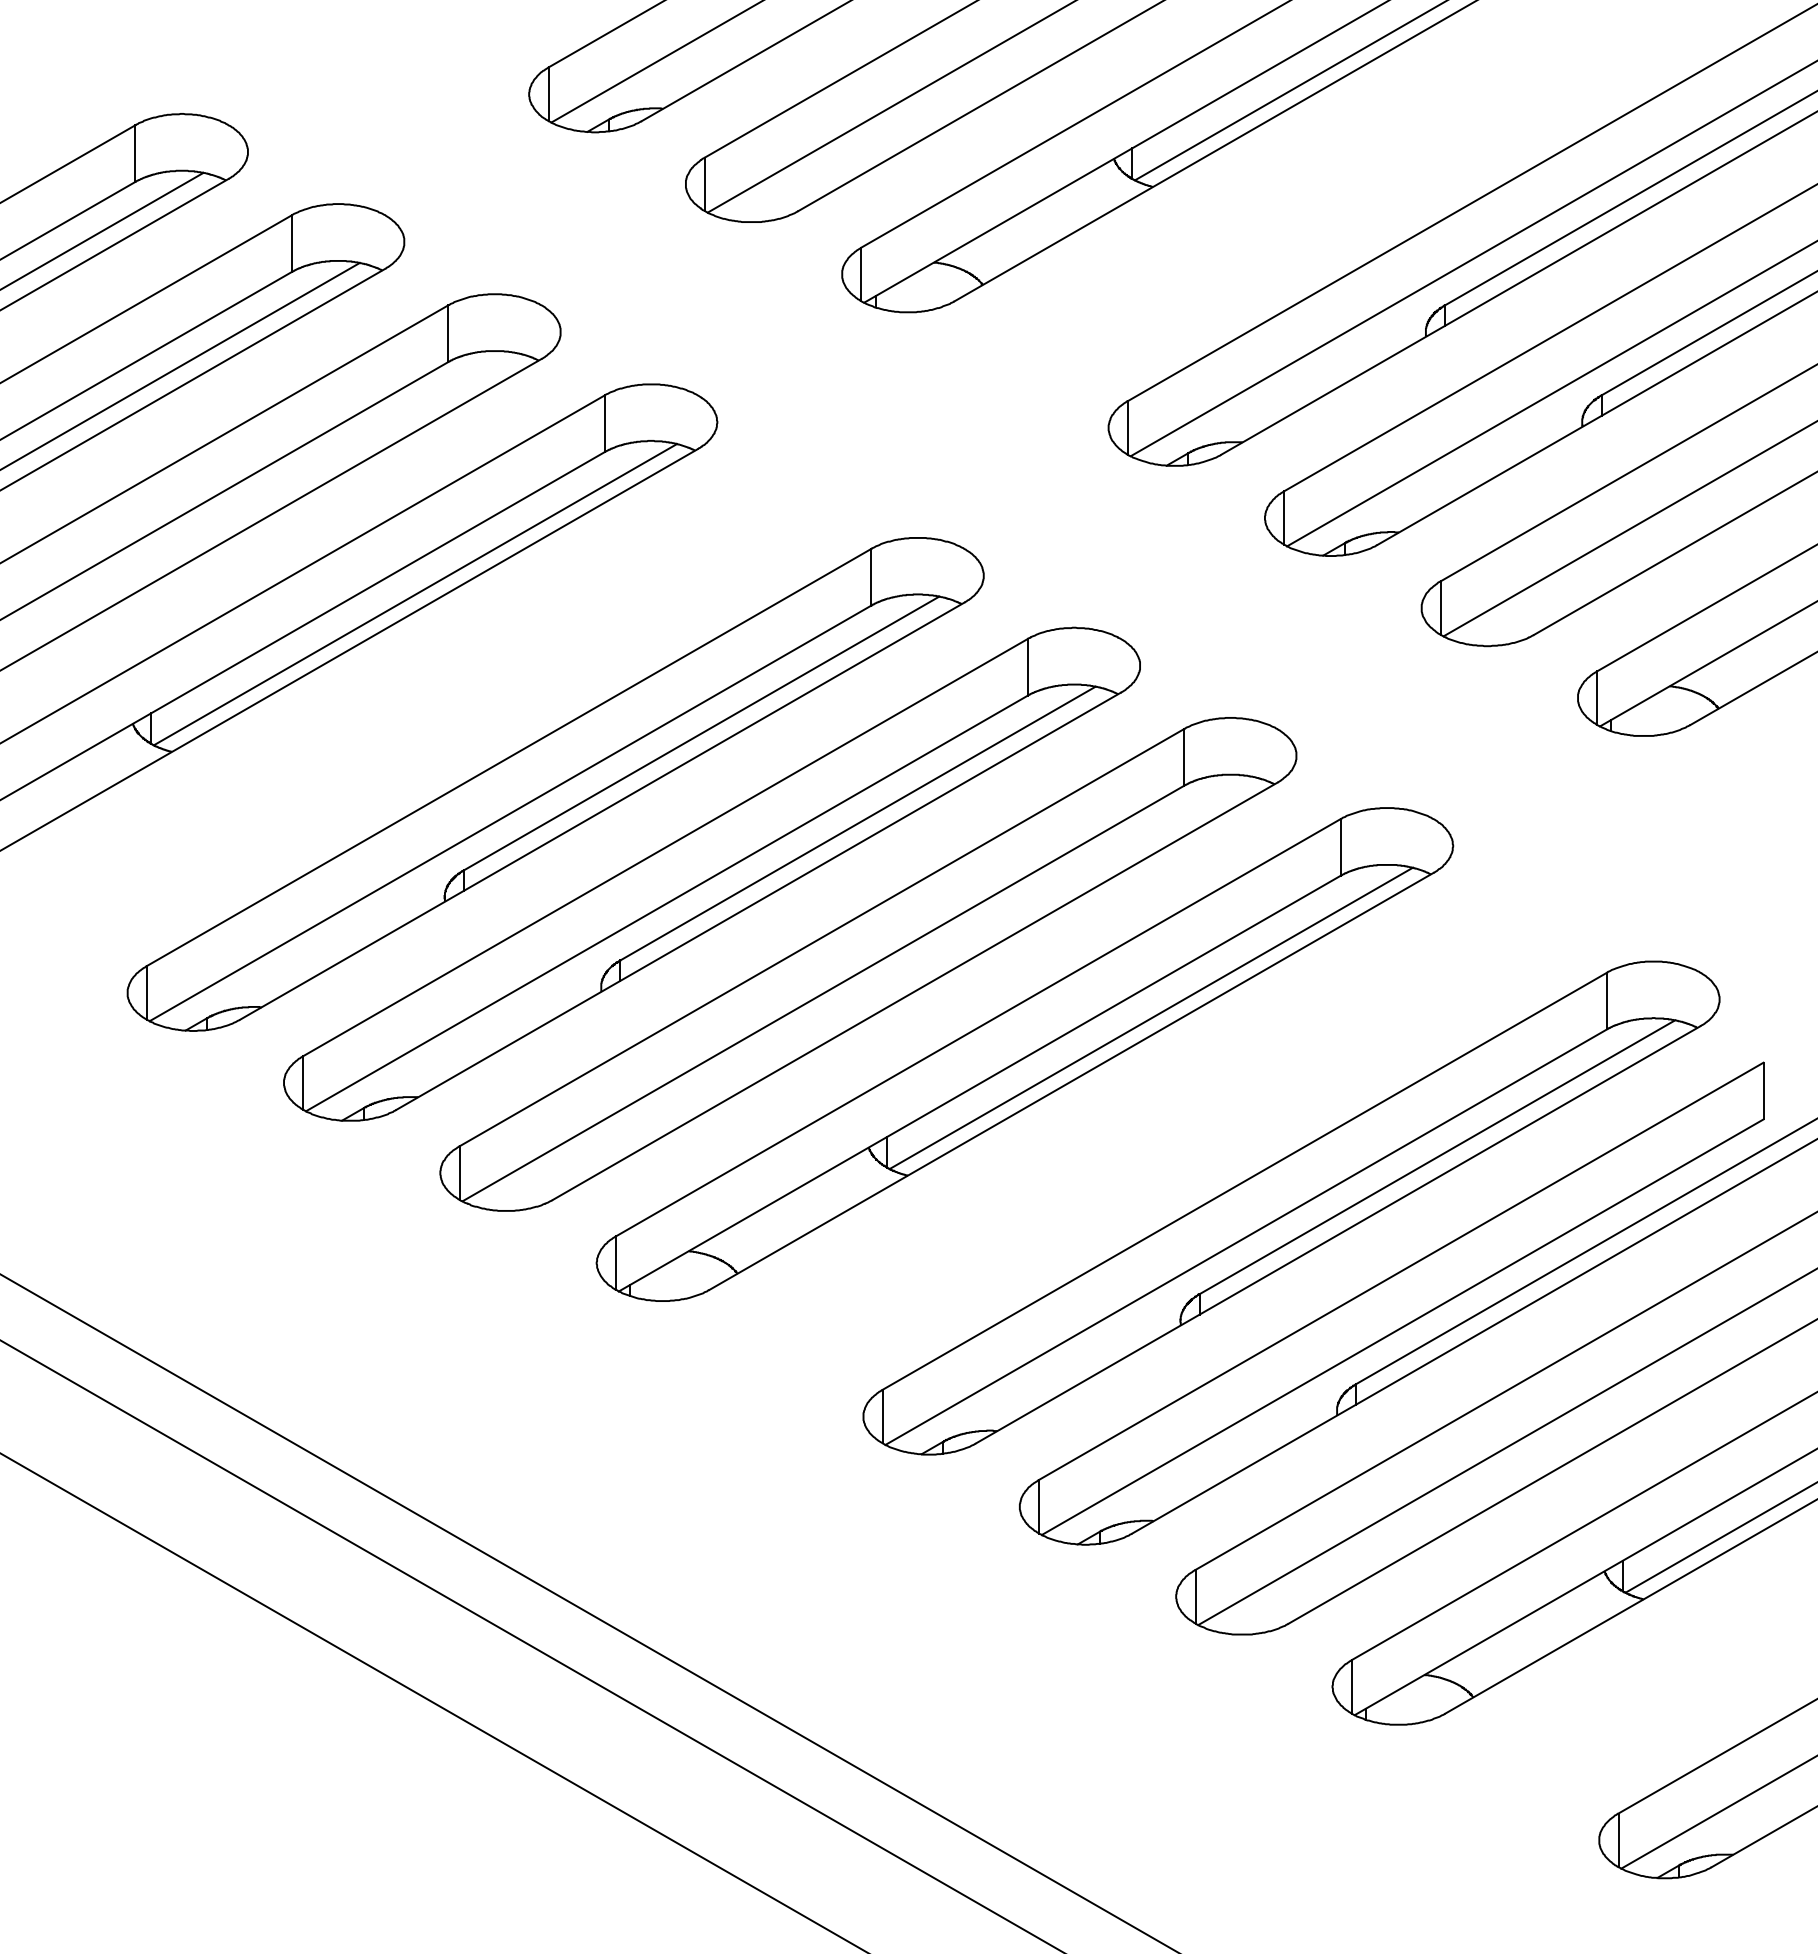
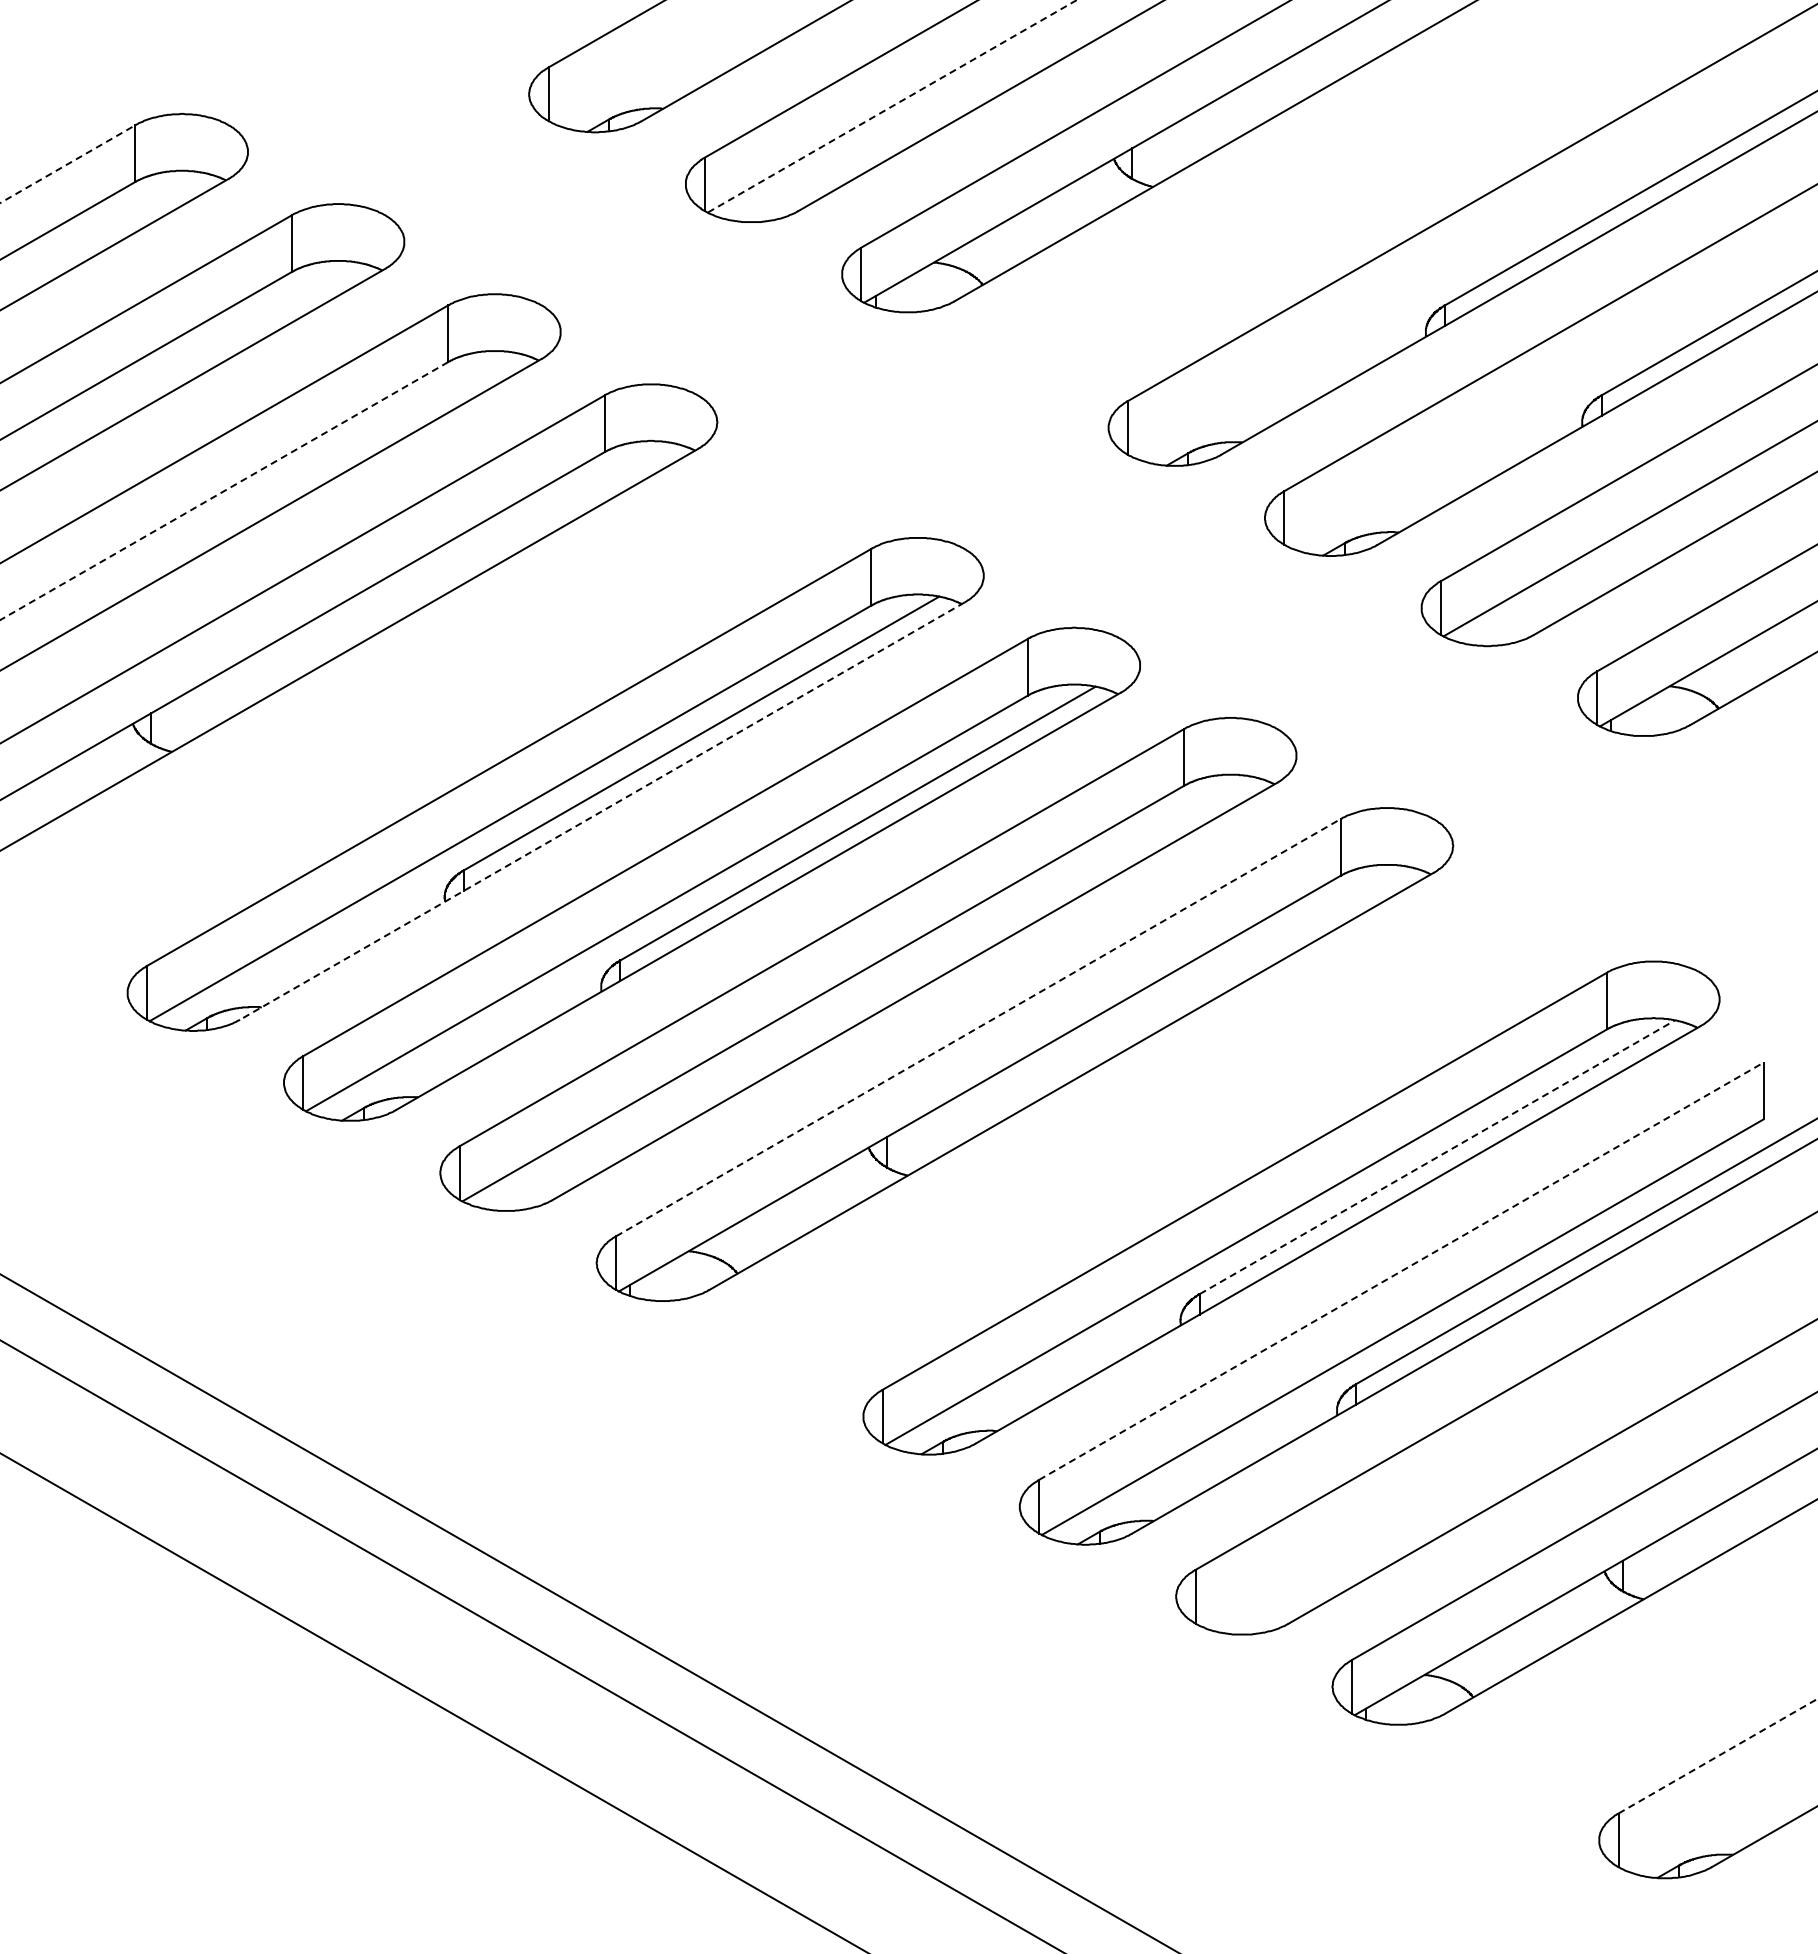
line at (655, 62): present -> none
line at (1289, 91): present -> none
line at (892, 106): solid -> dashed
line at (67, 164): solid -> dashed
line at (102, 230): present -> none
line at (1472, 259): present -> none
line at (180, 365): present -> none
line at (1550, 394): present -> none
line at (223, 491): solid -> dashed
line at (415, 594): present -> none
line at (602, 811): solid -> dashed
line at (1150, 1018): present -> none
line at (978, 1027): solid -> dashed
line at (1437, 1156): solid -> dashed
line at (1401, 1271): solid -> dashed
line at (1506, 1447): present -> none
line at (1719, 1537): present -> none
line at (1718, 1756): solid -> dashed
line at (1717, 1812): present -> none
